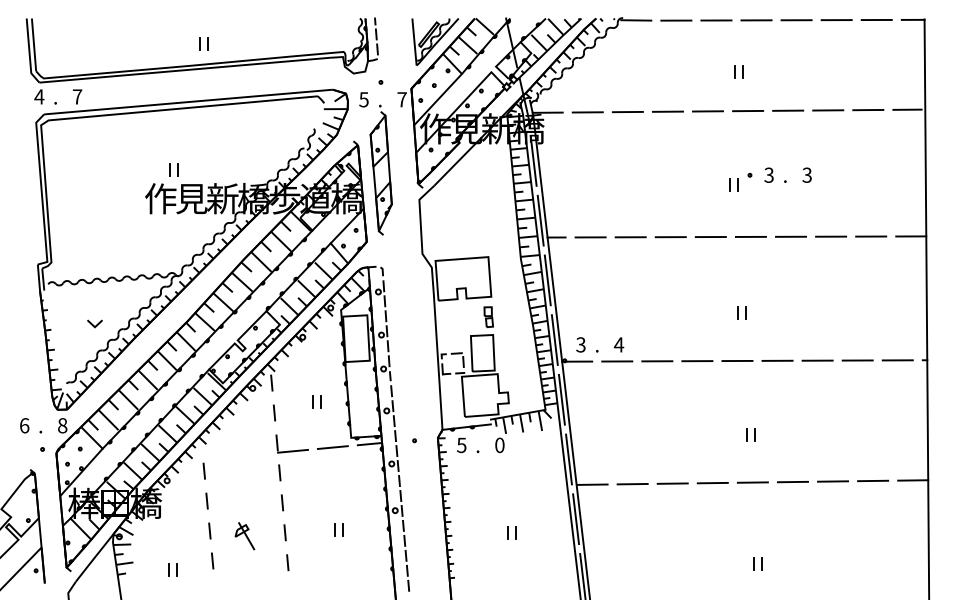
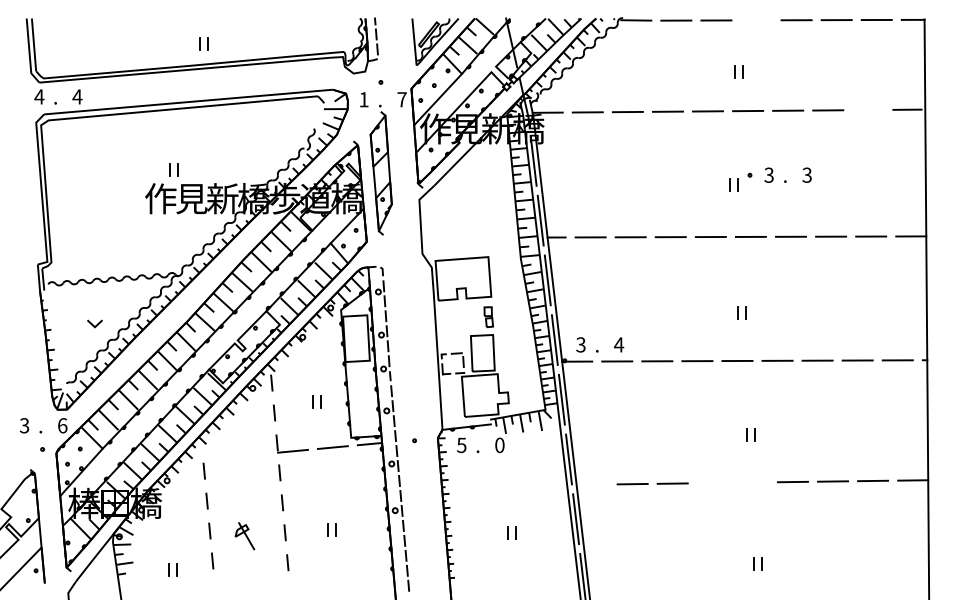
line at (756, 20): present -> none
text at (77, 96): 7 -> 4
text at (363, 99): 5 -> 1
line at (868, 110): present -> none
text at (24, 425): 6 -> 3
text at (62, 425): 8 -> 6
line at (712, 482): present -> none
line at (752, 482): present -> none
line at (592, 484): present -> none
part at (338, 529) position: (338, 529) -> (331, 529)
